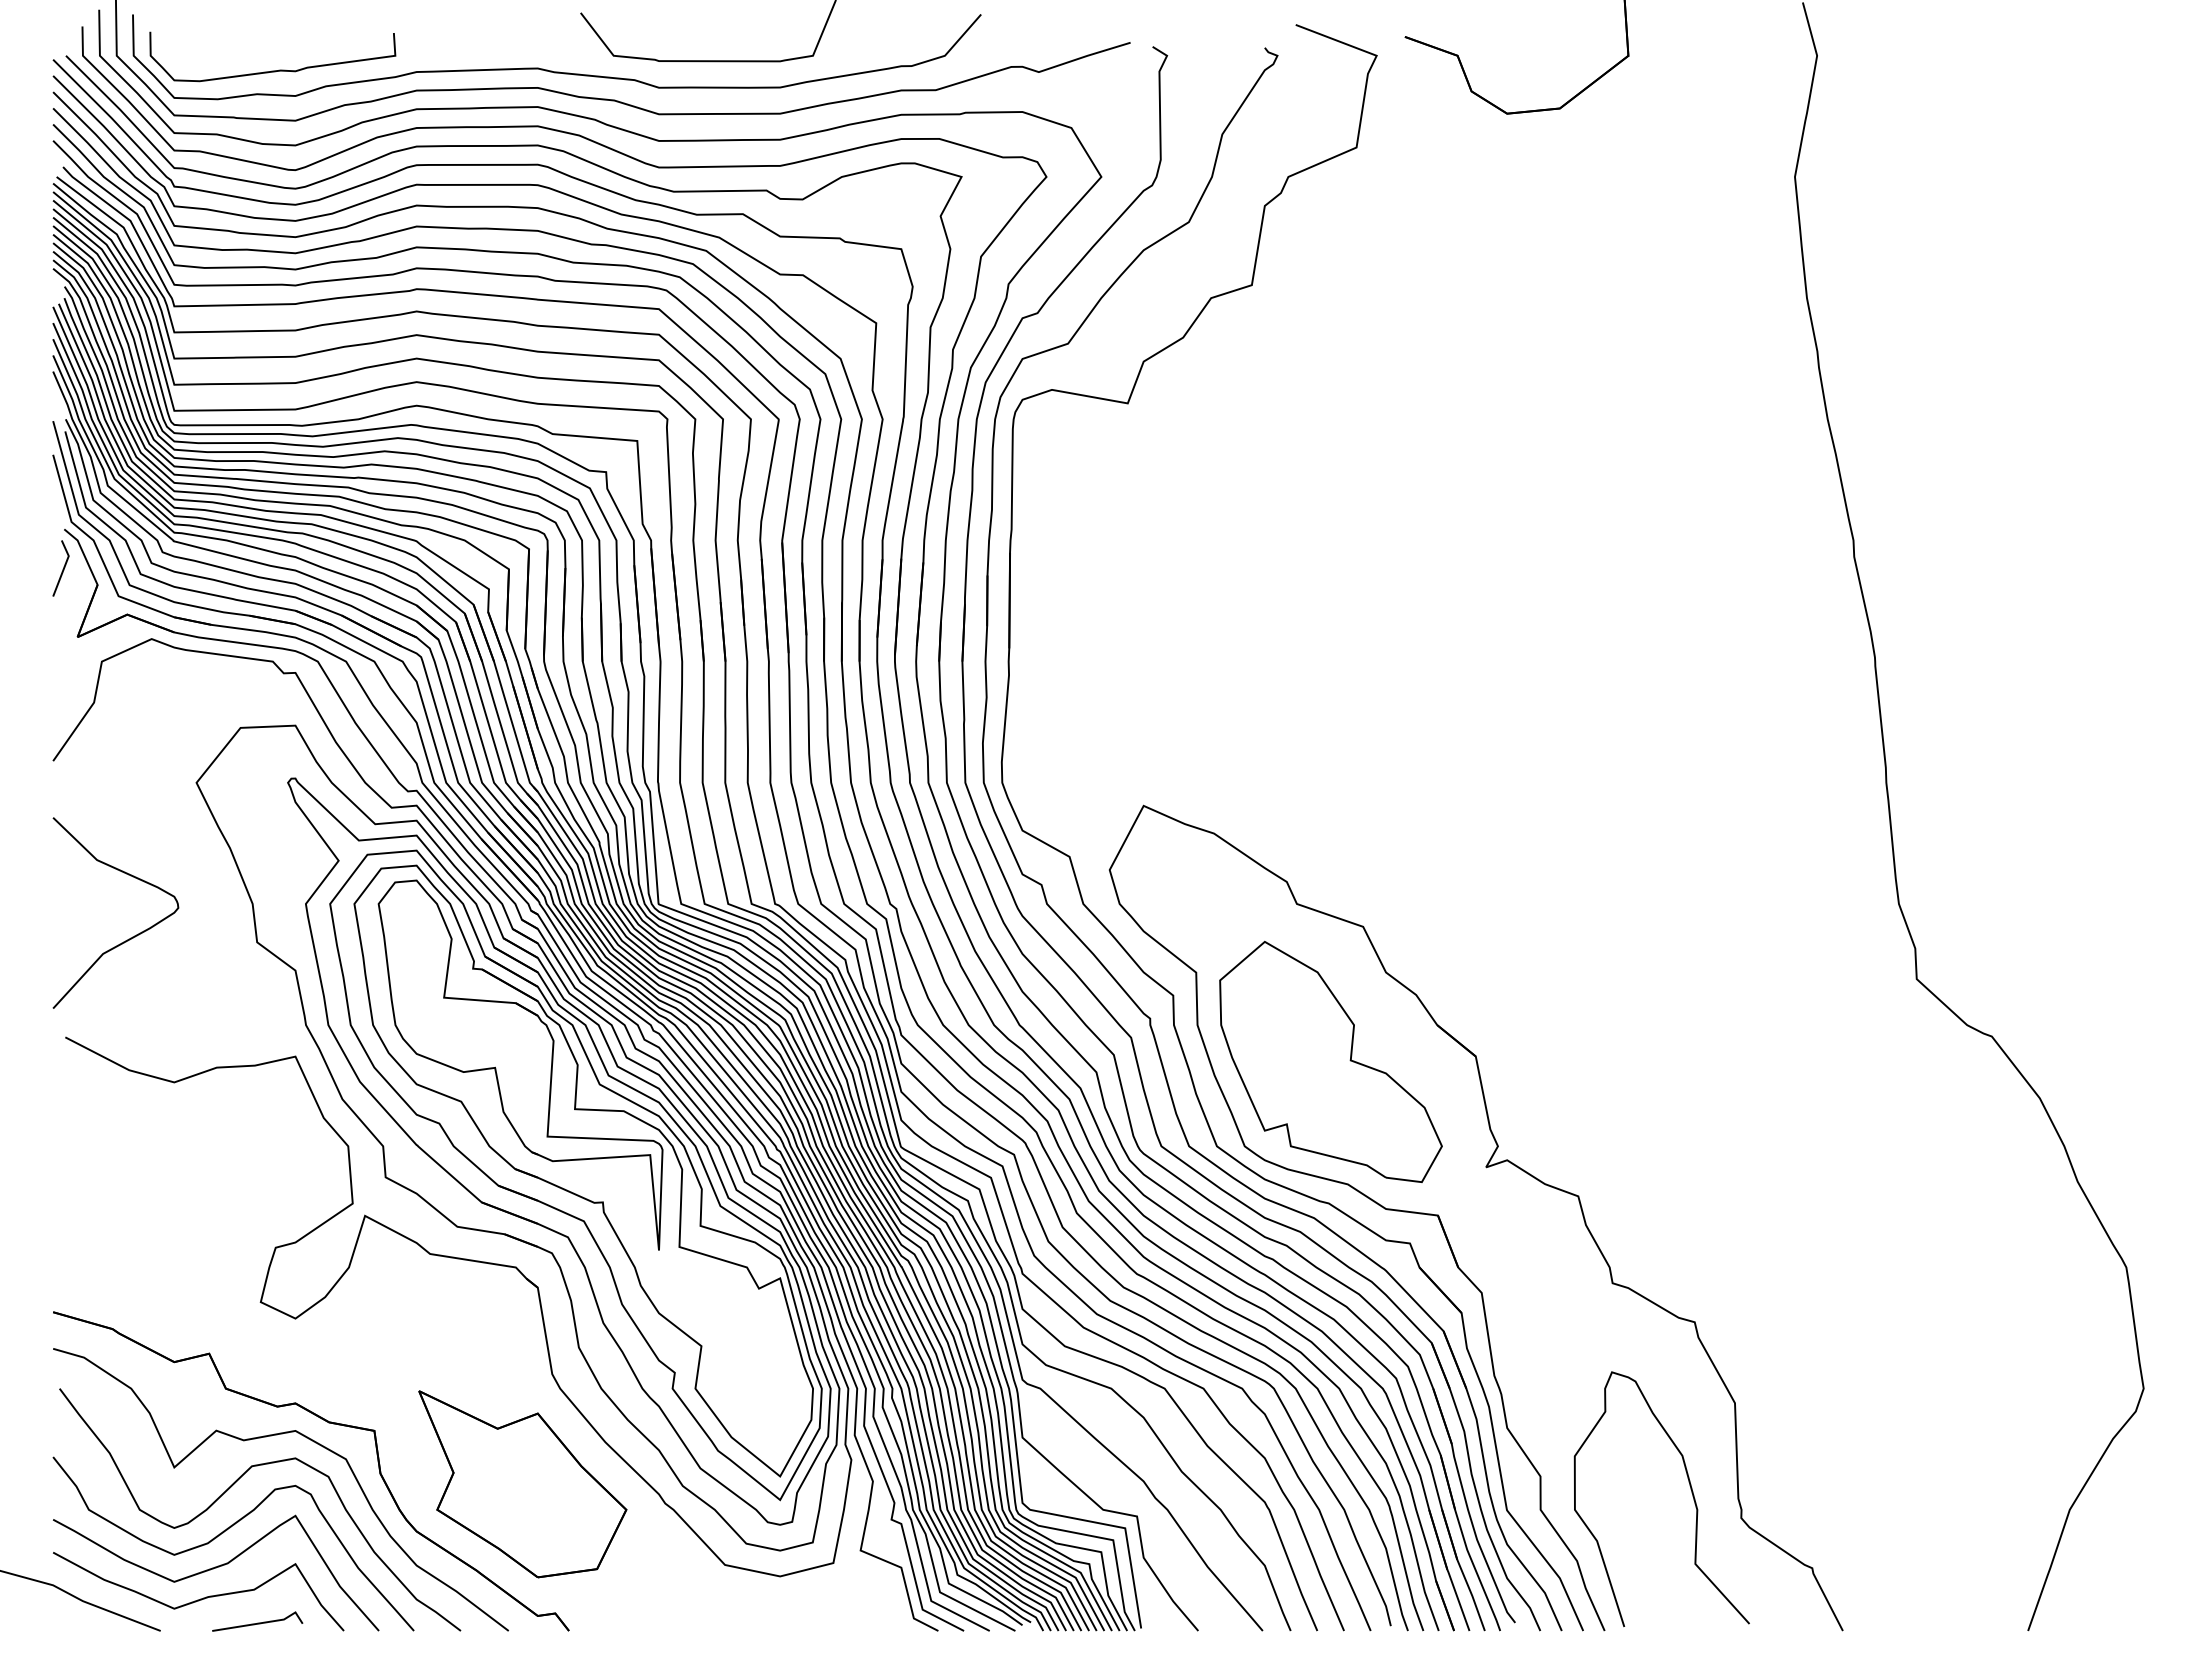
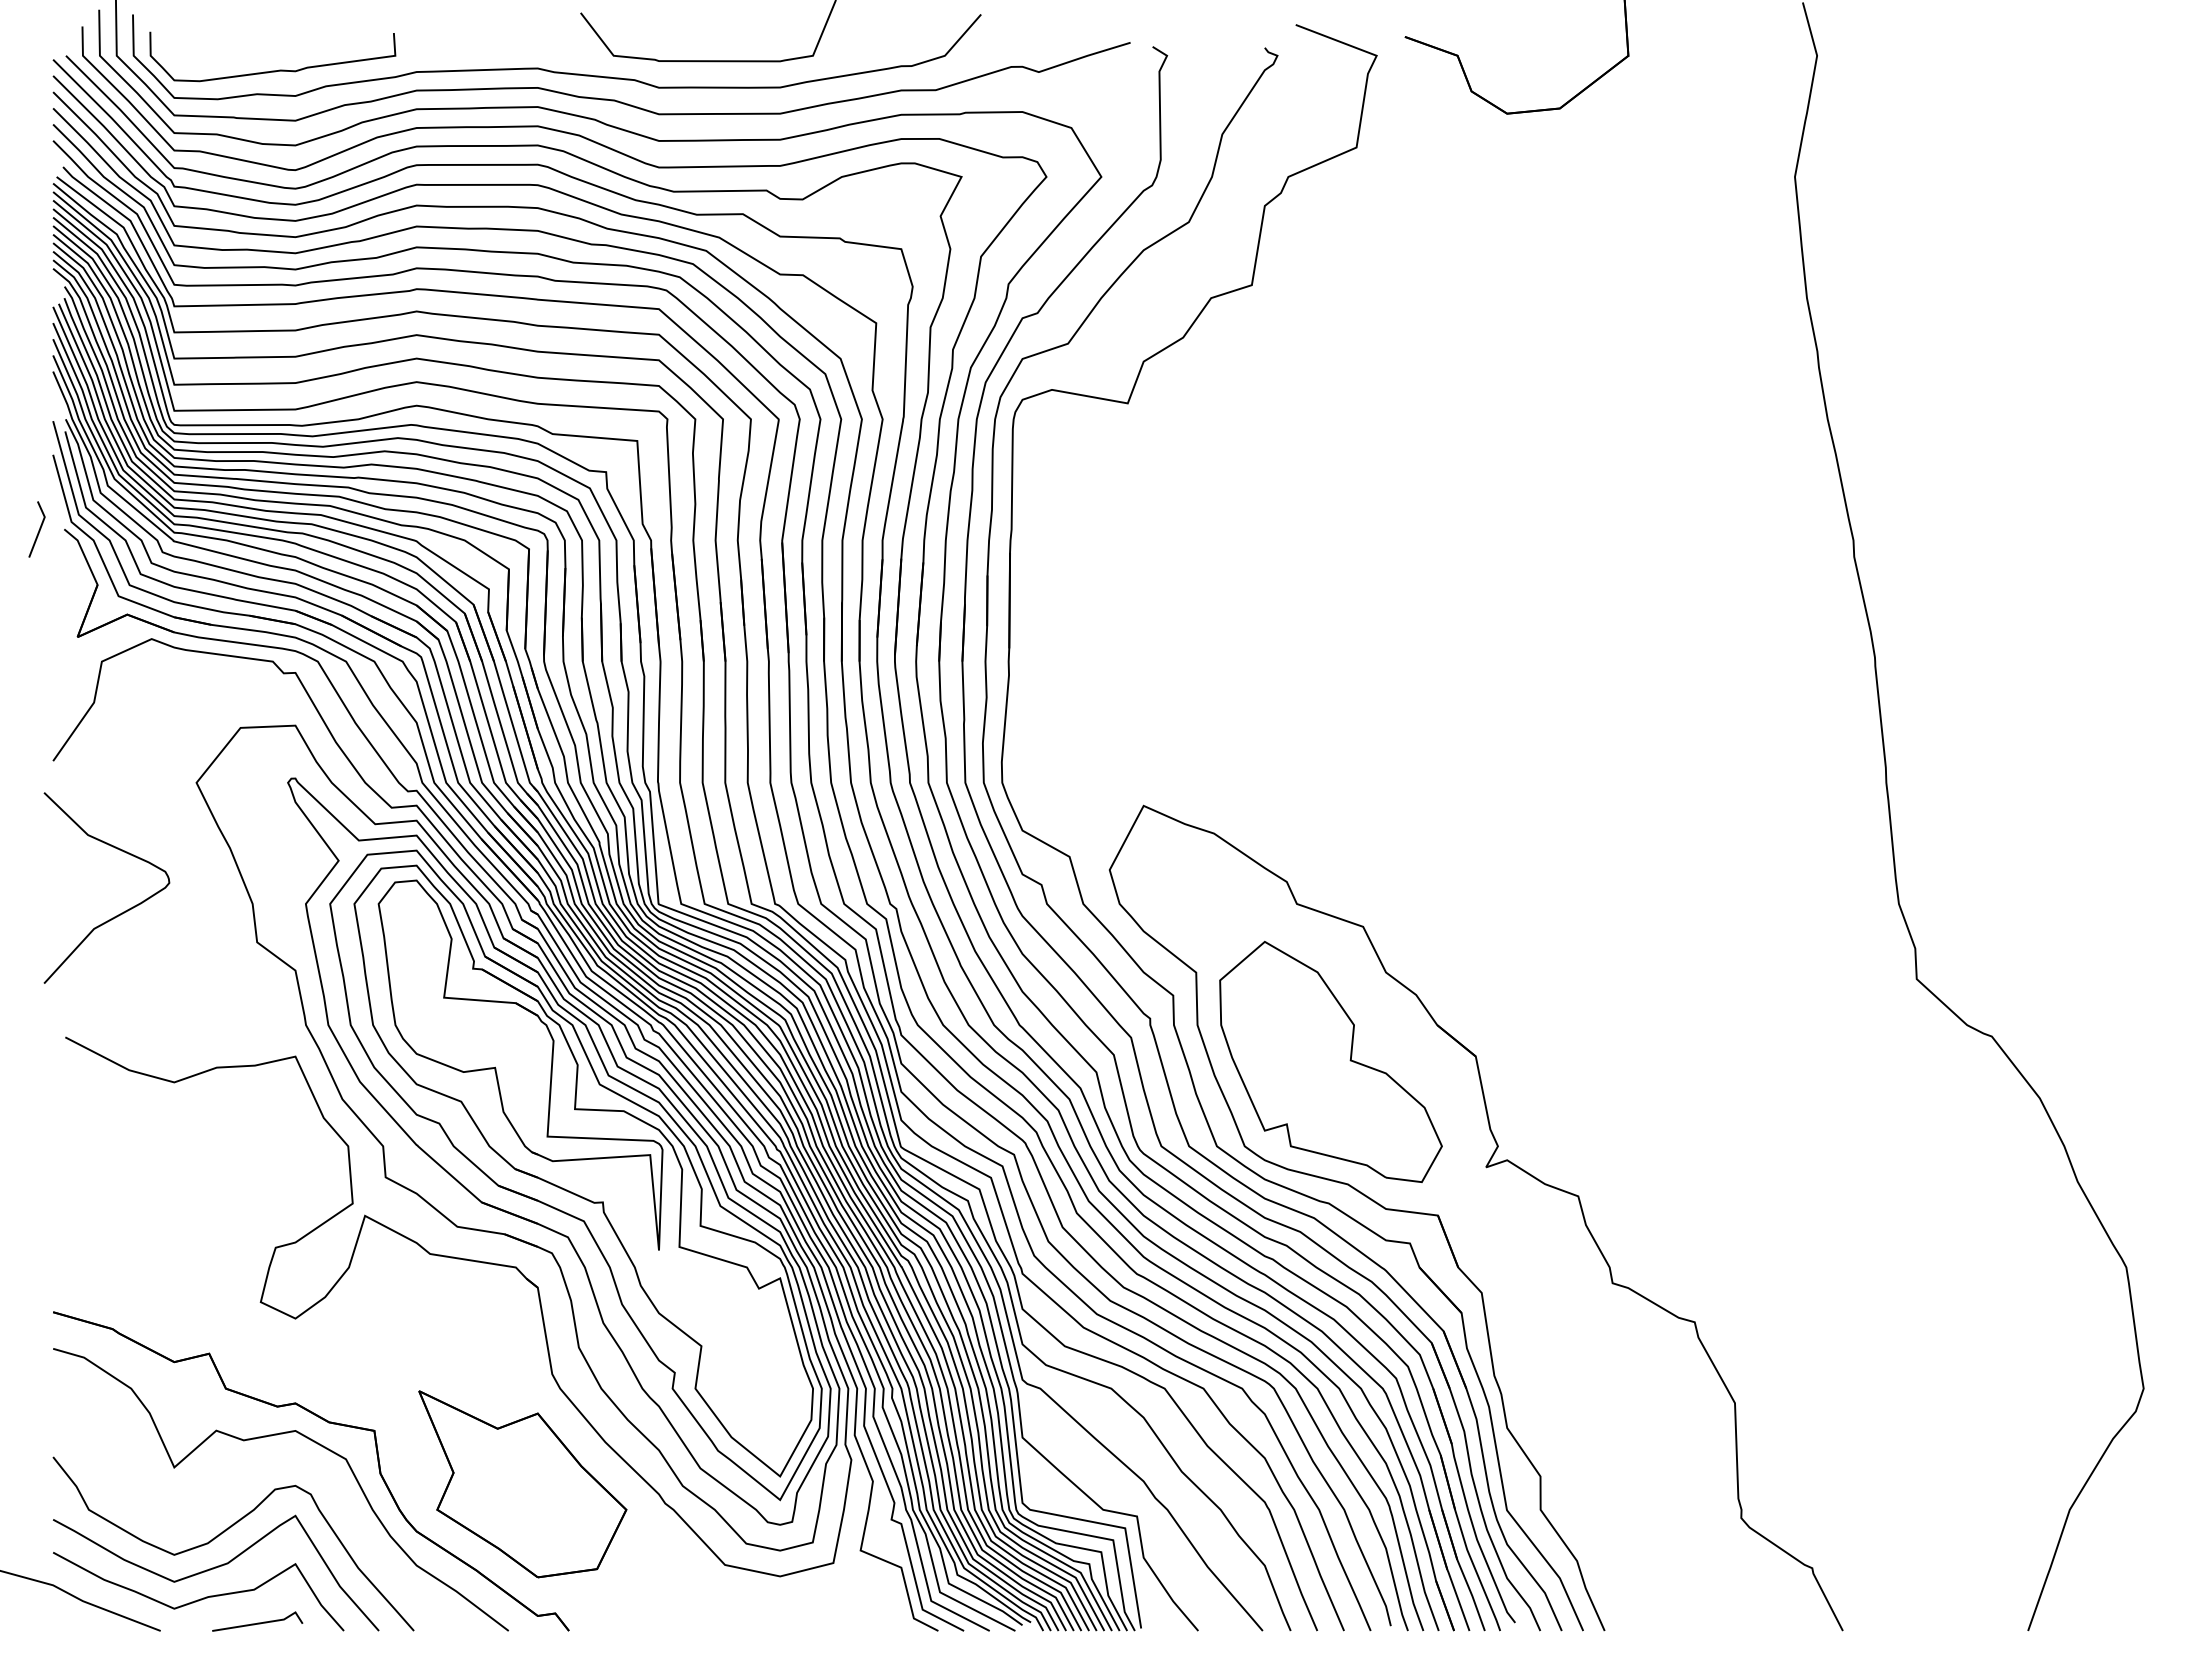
line at (62, 569) position: (62, 569) -> (38, 530)
curve at (130, 937) position: (130, 937) -> (121, 912)
curve at (235, 1483): present -> none
curve at (1691, 1493): present -> none
